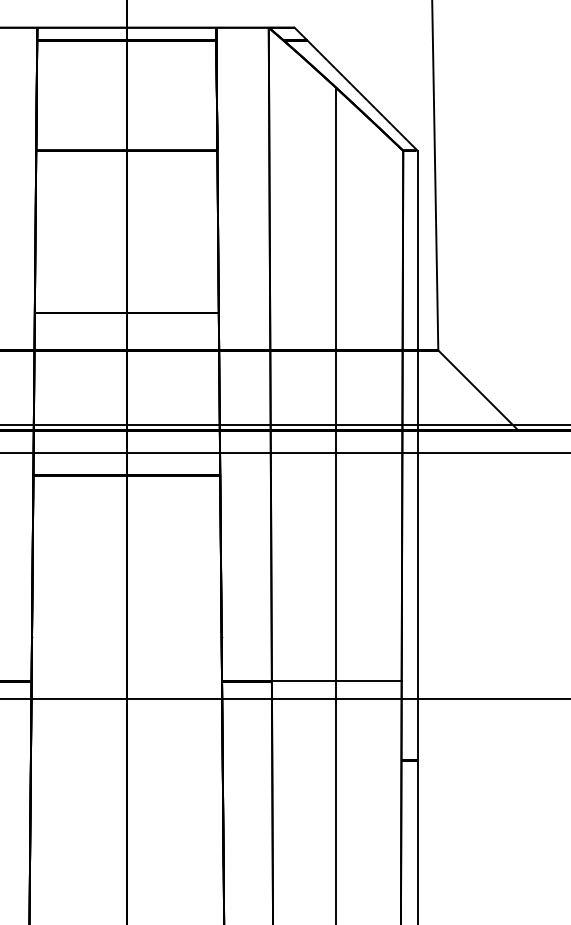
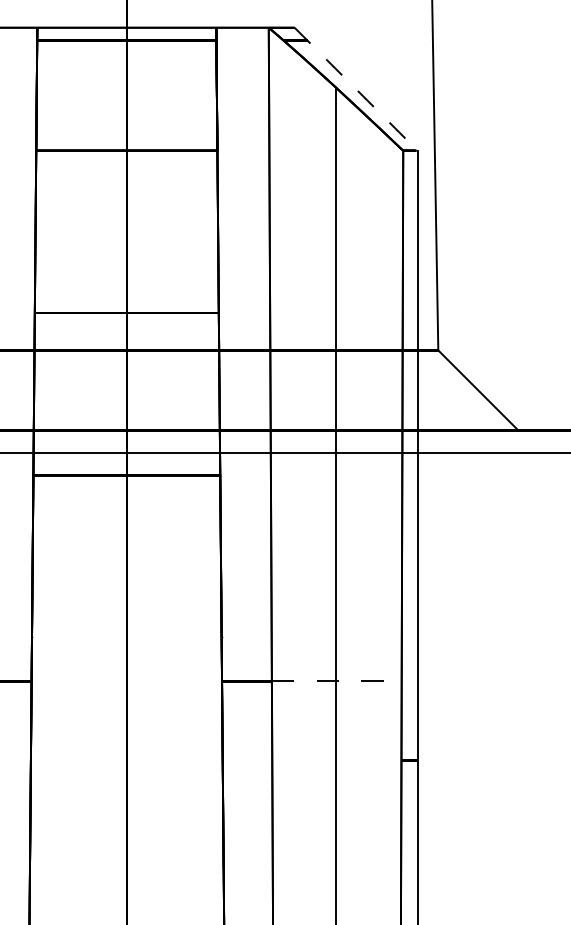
line at (356, 89): solid -> dashed
line at (284, 424): present -> none
line at (336, 681): solid -> dashed
line at (284, 698): present -> none
